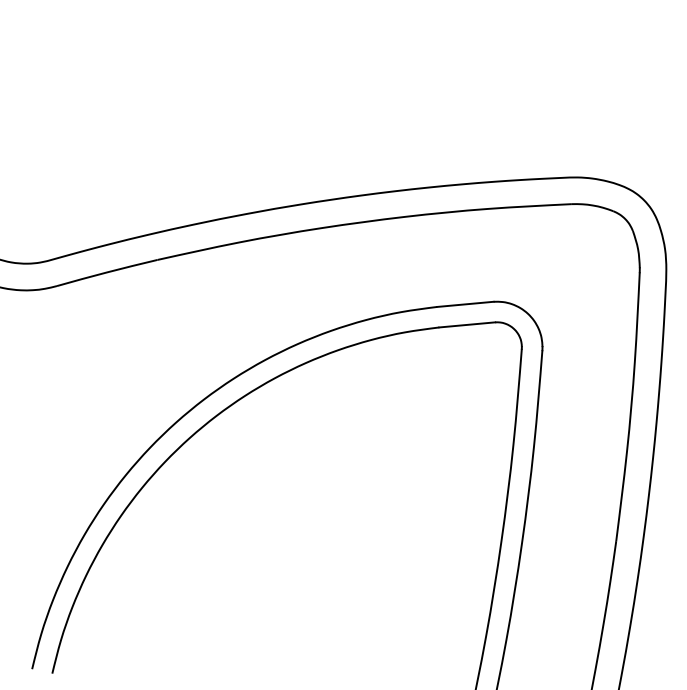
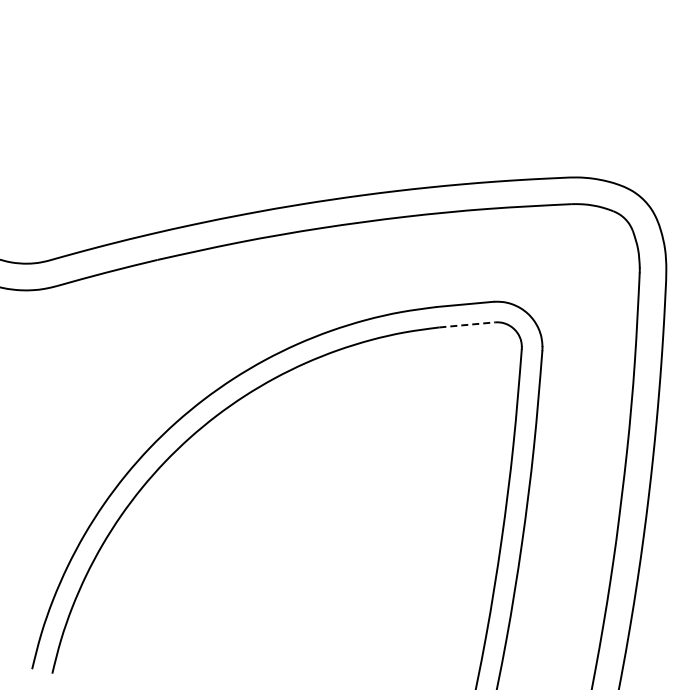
line at (467, 324): solid -> dashed
